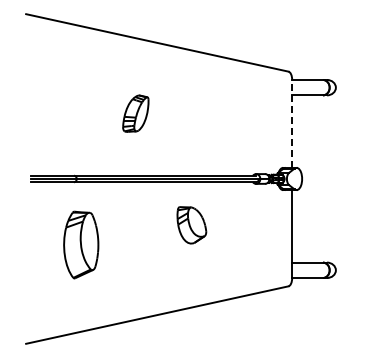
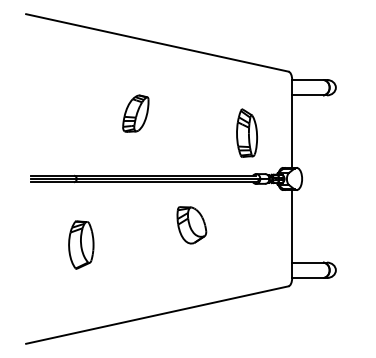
line at (292, 123): dashed -> solid
part at (246, 132): none -> present
part at (81, 244) size: 37x70 px -> 27x50 px
